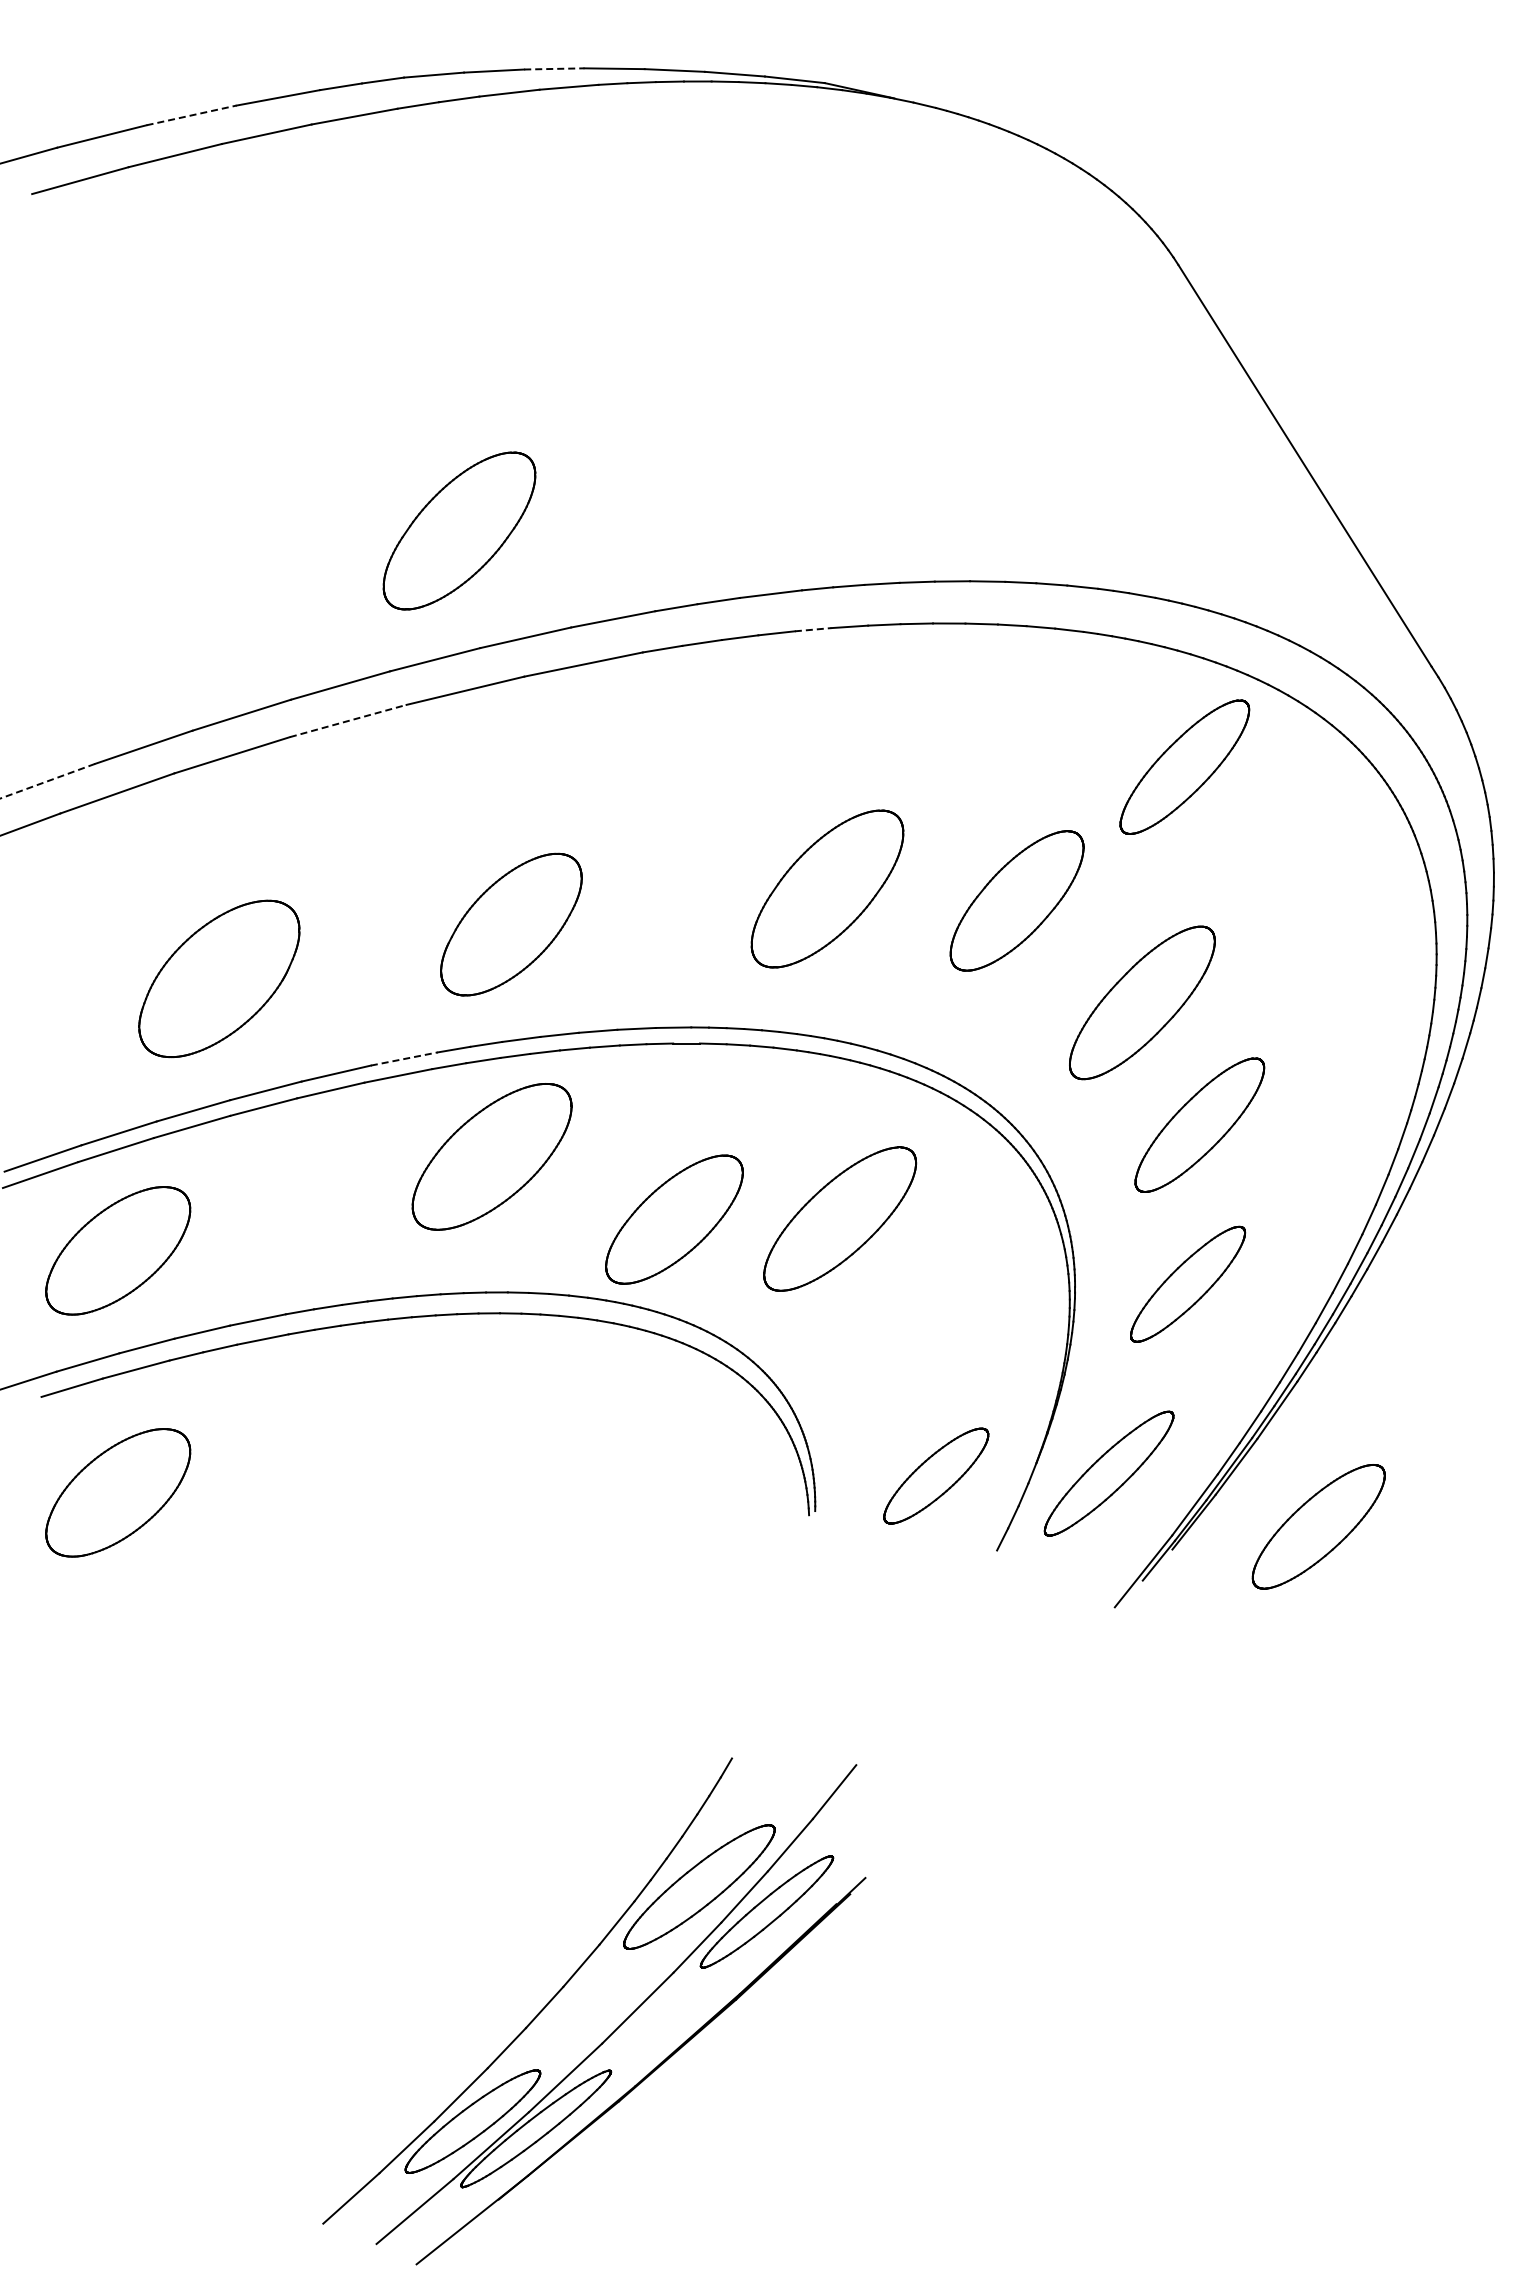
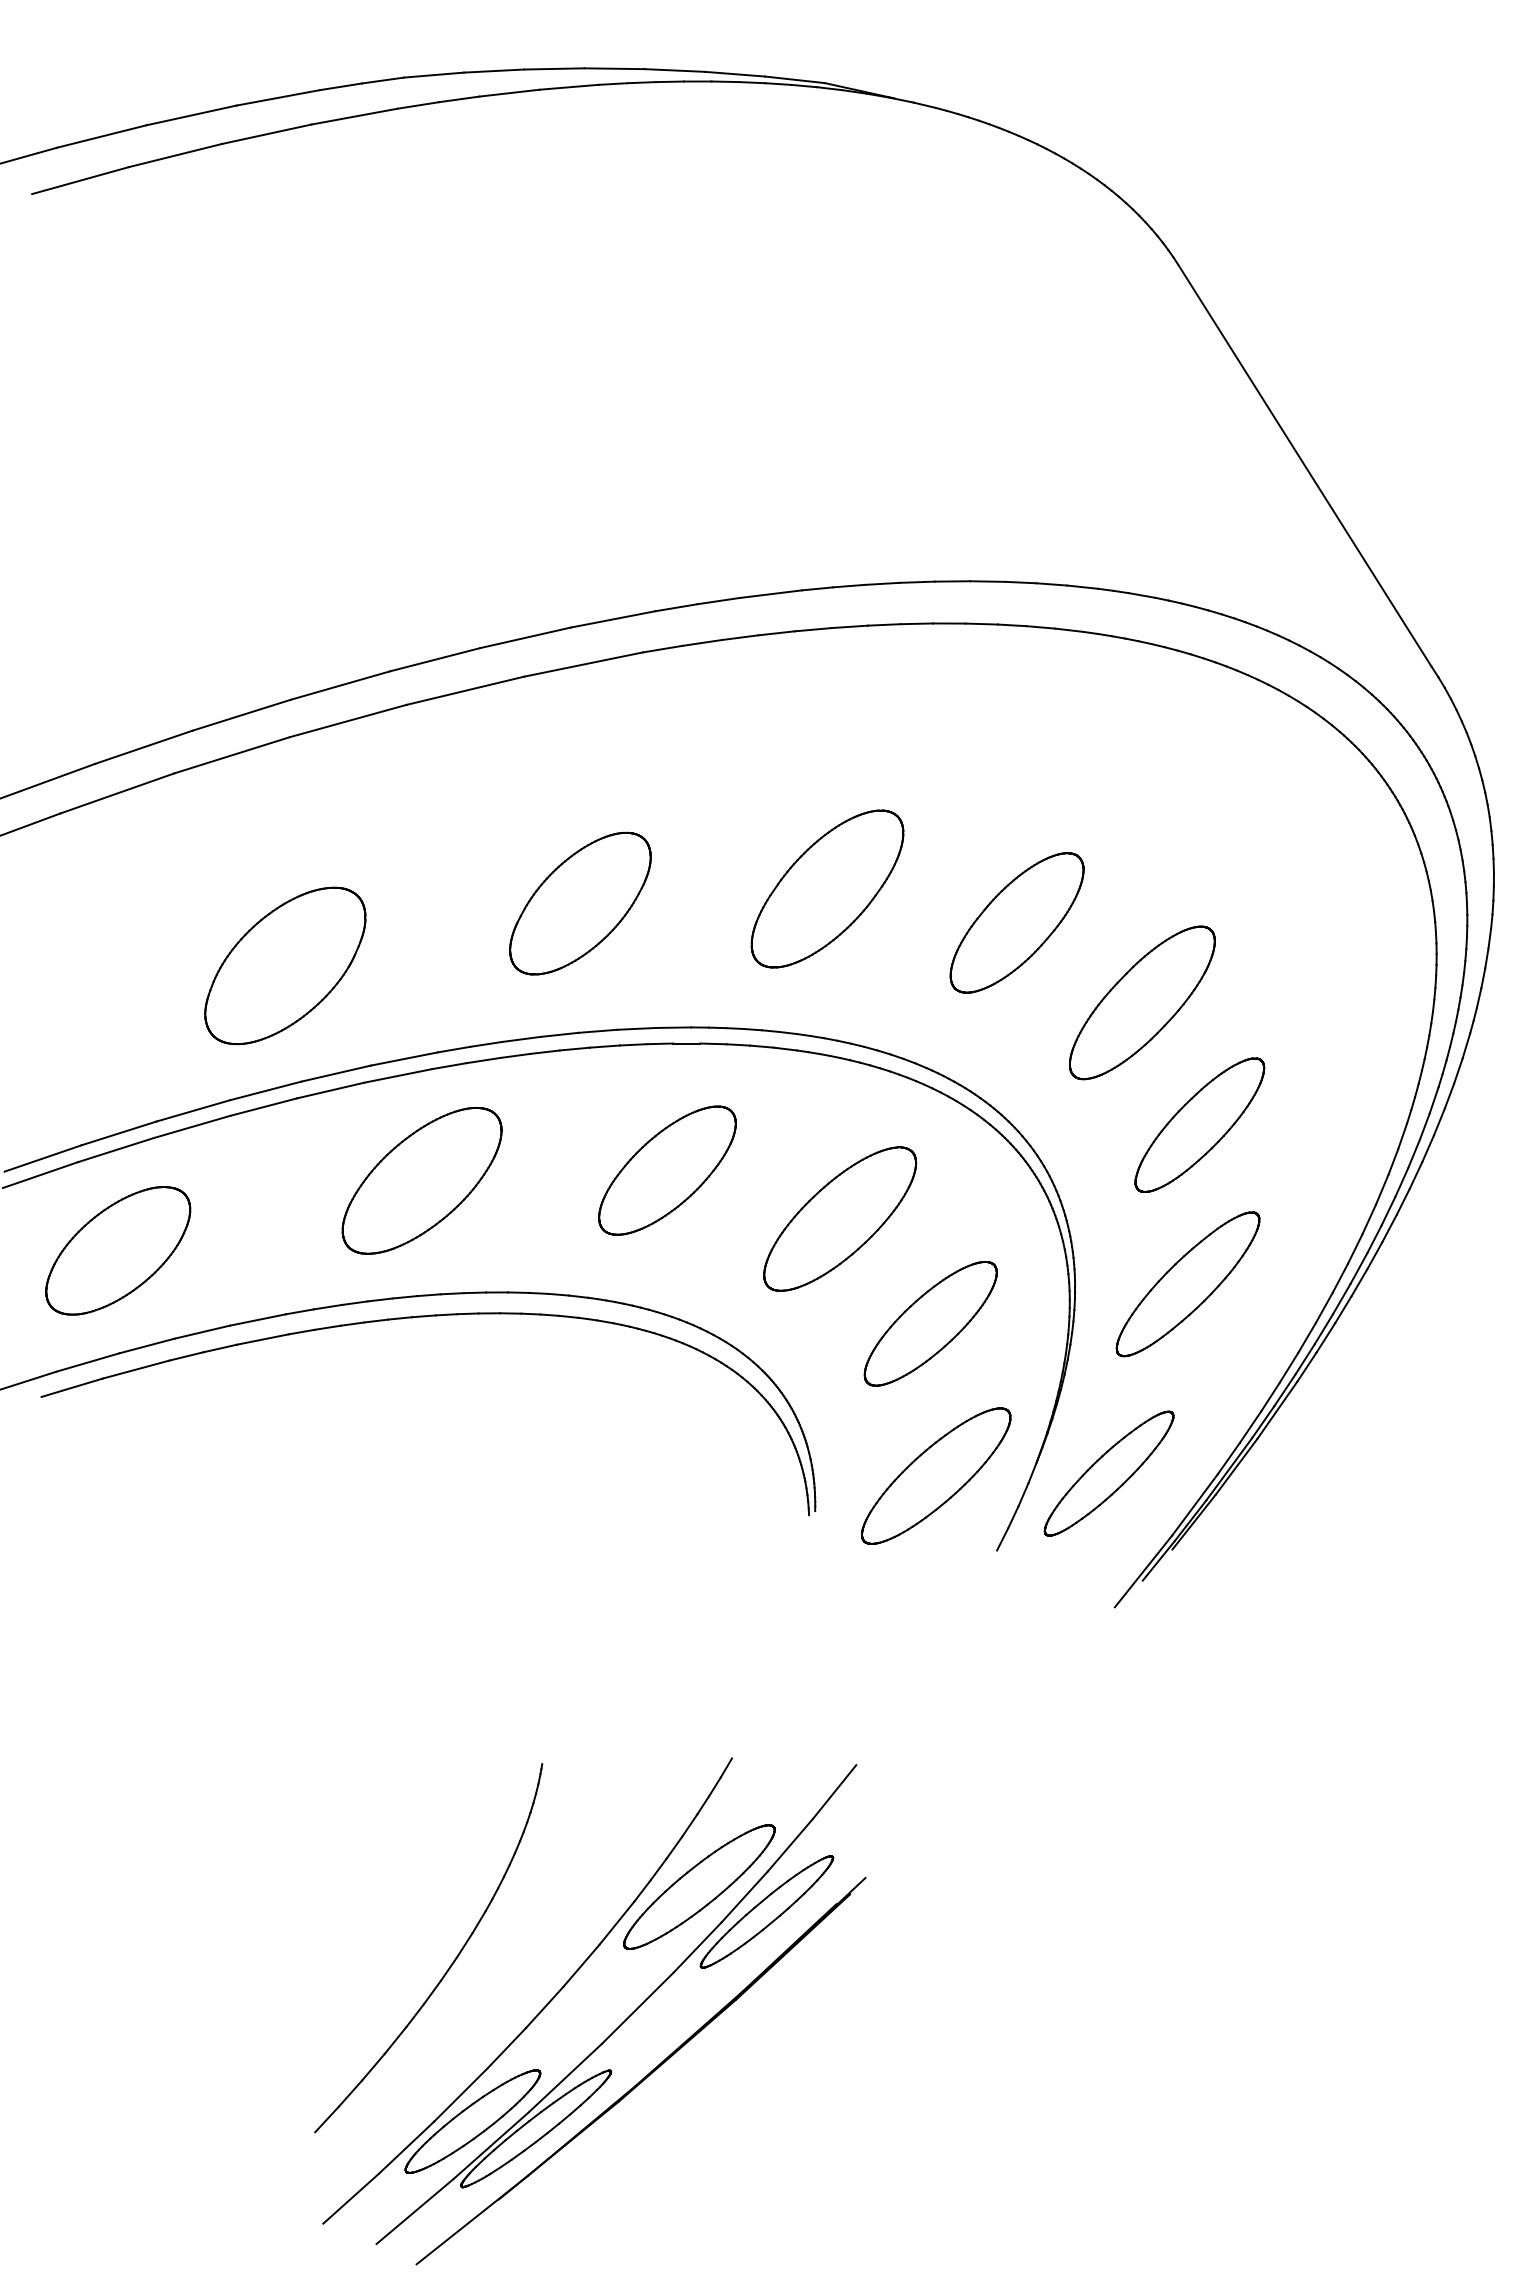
line at (554, 68): dashed -> solid
line at (192, 115): dashed -> solid
part at (459, 530): present -> none
line at (813, 629): dashed -> solid
line at (348, 721): dashed -> solid
part at (1184, 766): present -> none
line at (47, 781): dashed -> solid
part at (1016, 900) position: (1016, 900) -> (1016, 922)
part at (511, 924) position: (511, 924) -> (580, 903)
part at (219, 978) position: (219, 978) -> (285, 965)
line at (404, 1058): dashed -> solid
part at (491, 1156) position: (491, 1156) -> (421, 1180)
part at (674, 1219) position: (674, 1219) -> (667, 1170)
part at (1188, 1283) size: 117x118 px -> 146x147 px
part at (936, 1475) size: 107x98 px -> 151x138 px
part at (118, 1492): present -> none
part at (1318, 1526) position: (1318, 1526) -> (930, 1323)
part at (451, 1963): none -> present
